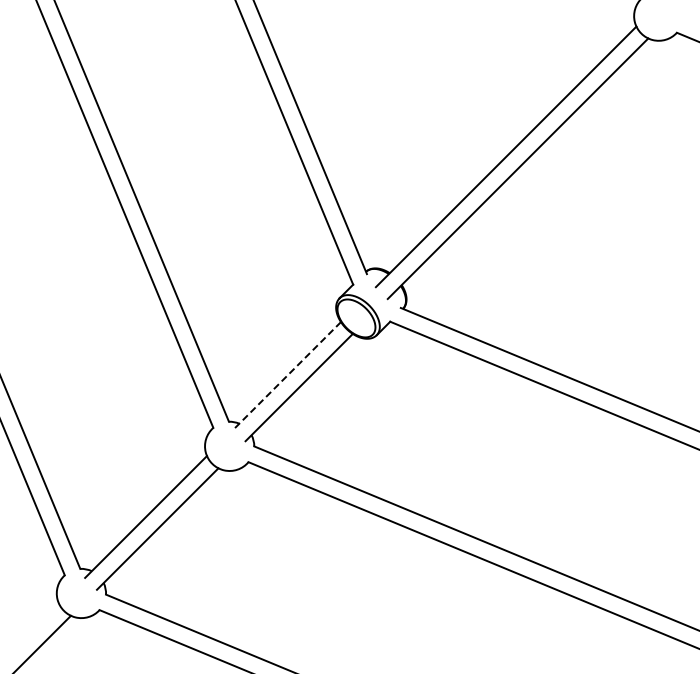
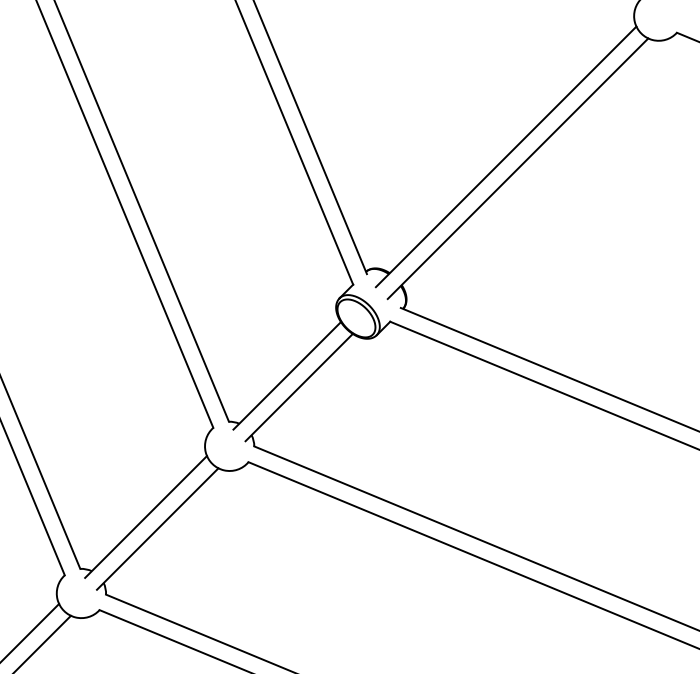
line at (286, 376): dashed -> solid
line at (30, 631): none -> present
